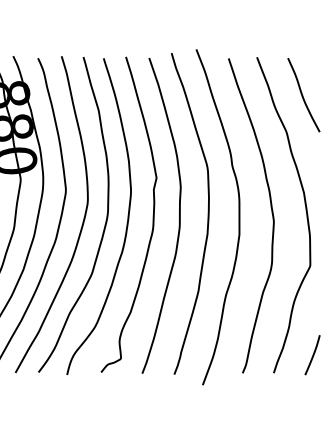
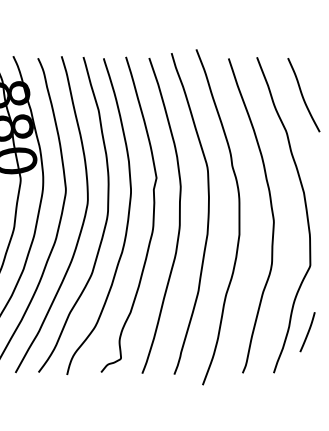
curve at (312, 355) position: (312, 355) -> (307, 332)
